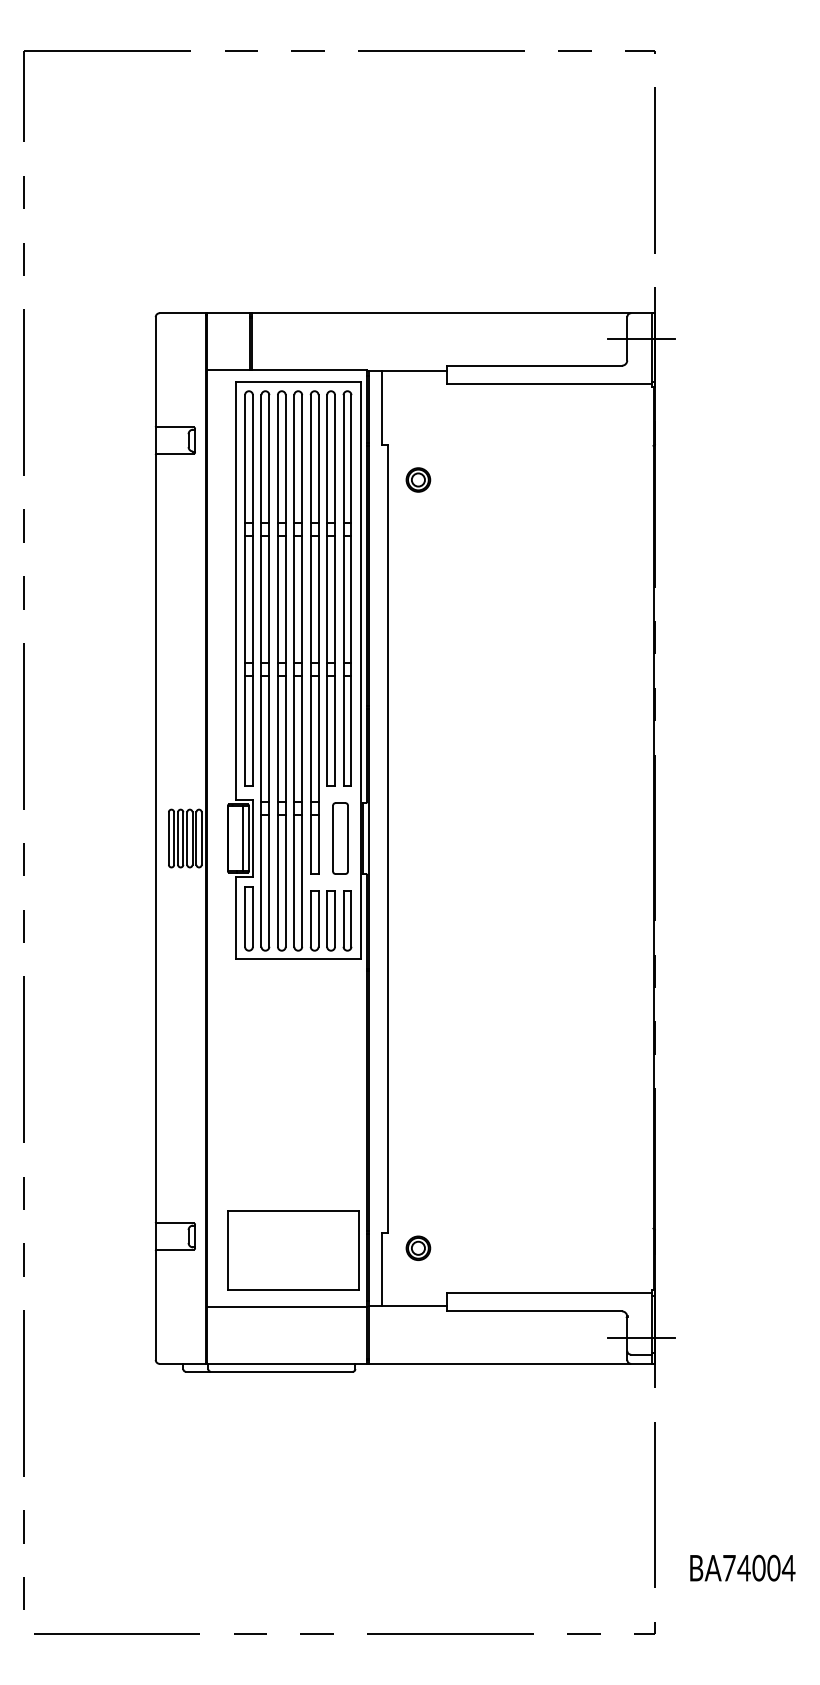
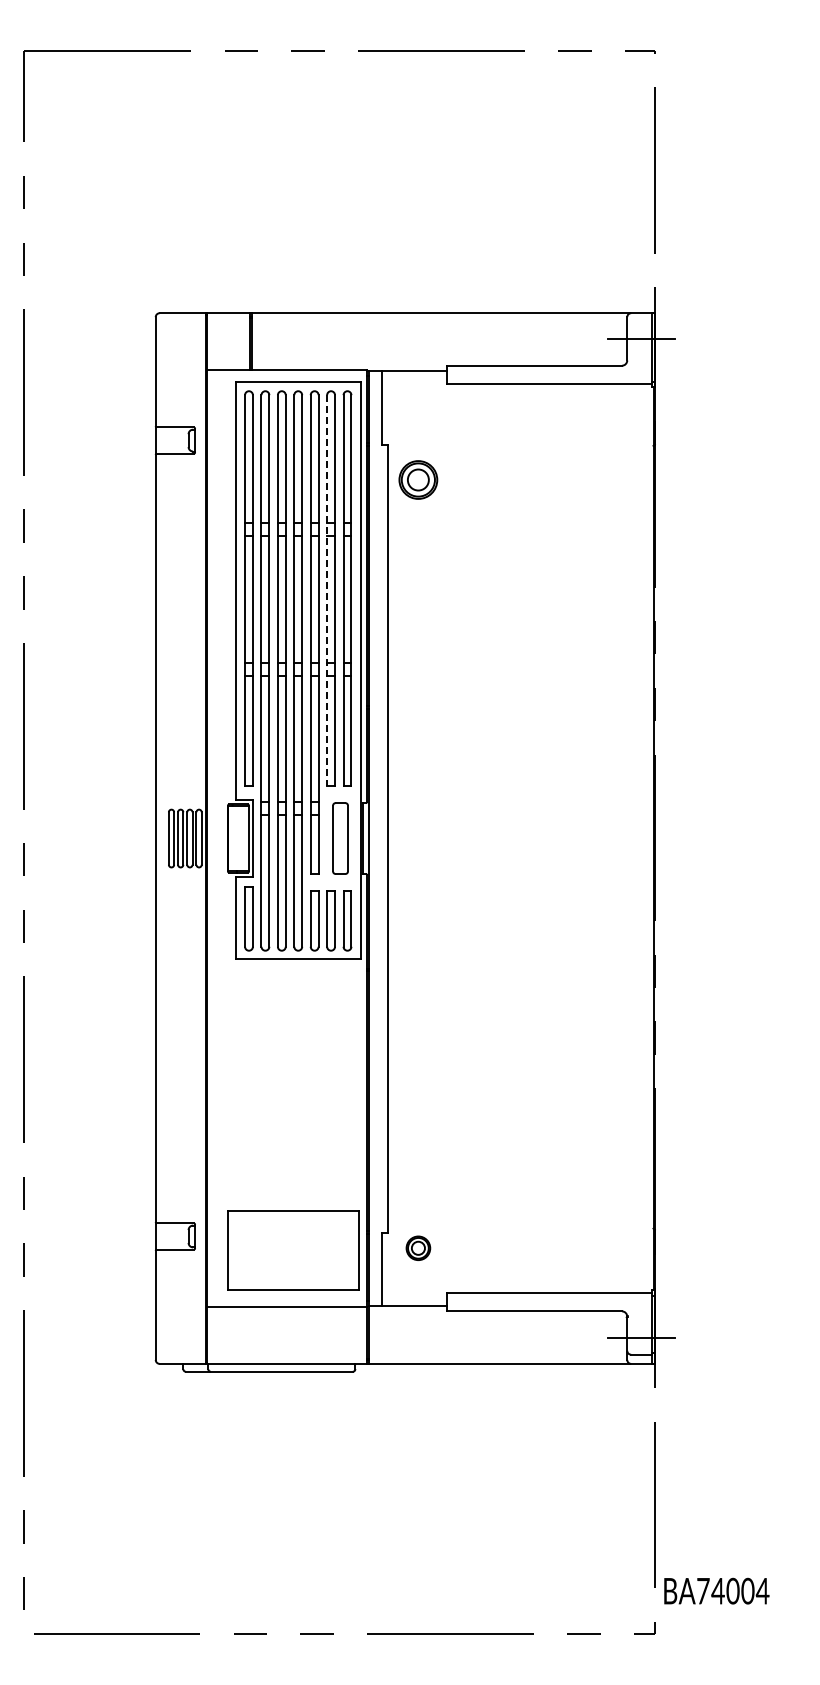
part at (418, 479) size: 27x26 px -> 41x40 px
line at (327, 591): solid -> dashed
line at (242, 838): present -> none
text at (742, 1567) position: (742, 1567) -> (716, 1590)
